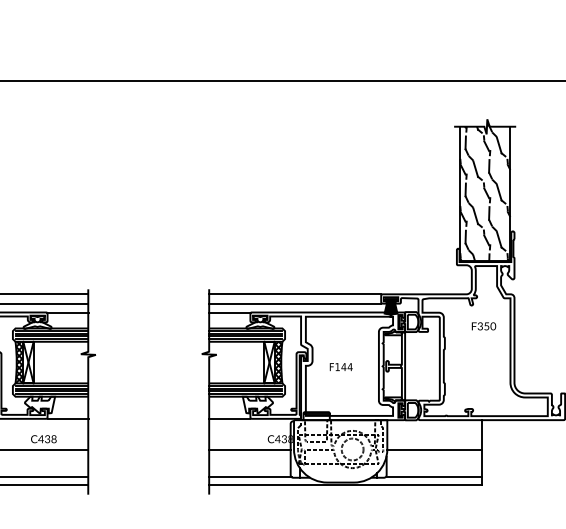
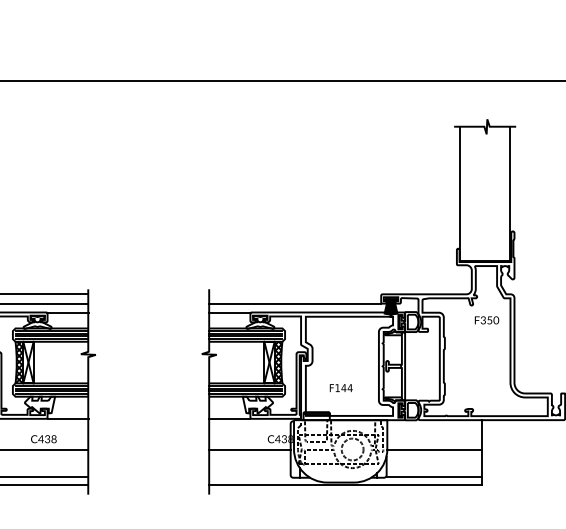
hatch at (485, 192): present -> none
line at (294, 294): present -> none
text at (483, 326) position: (483, 326) -> (486, 320)
text at (340, 367) position: (340, 367) -> (340, 388)
line at (250, 477): present -> none
